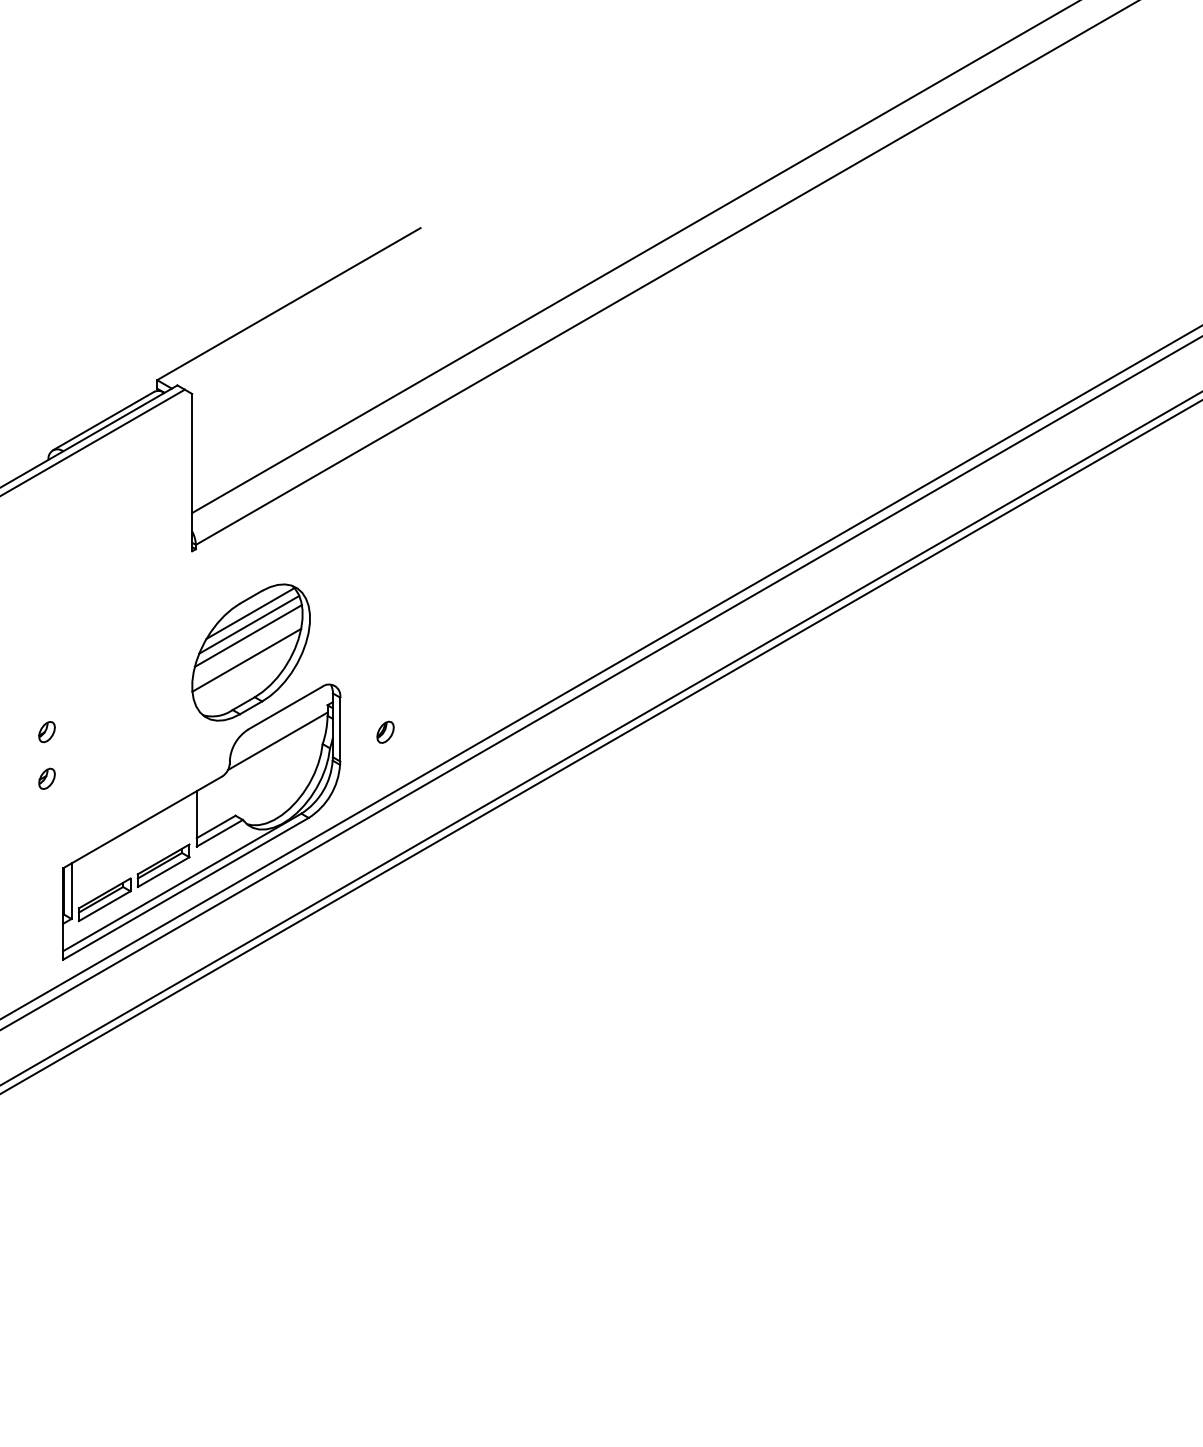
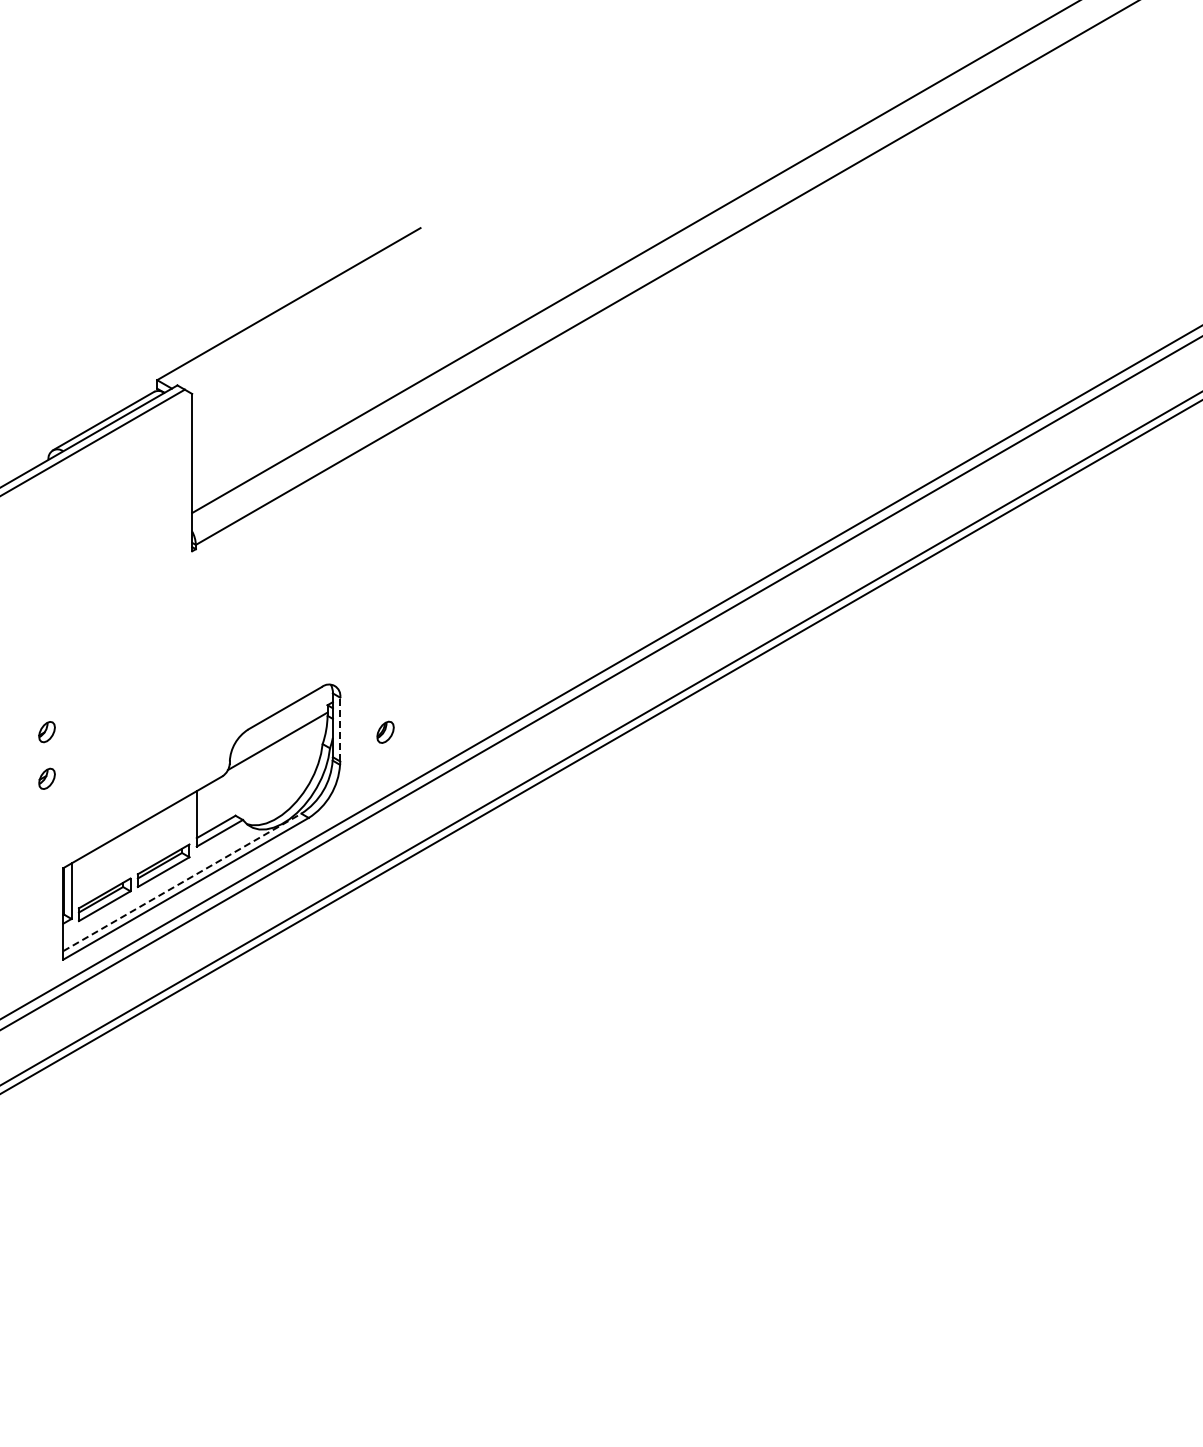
part at (250, 652): present -> none
line at (340, 729): solid -> dashed
line at (182, 882): solid -> dashed
